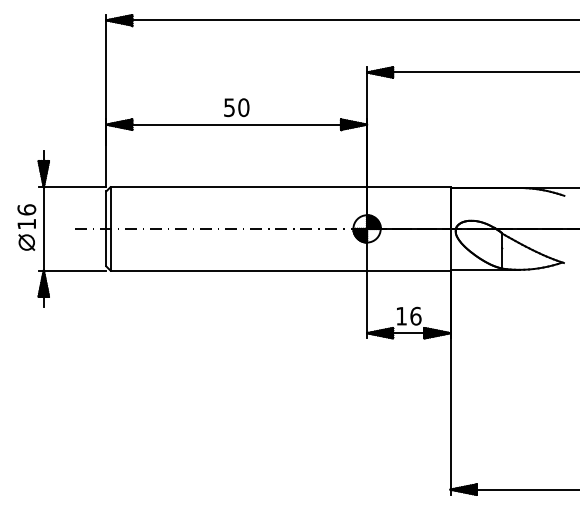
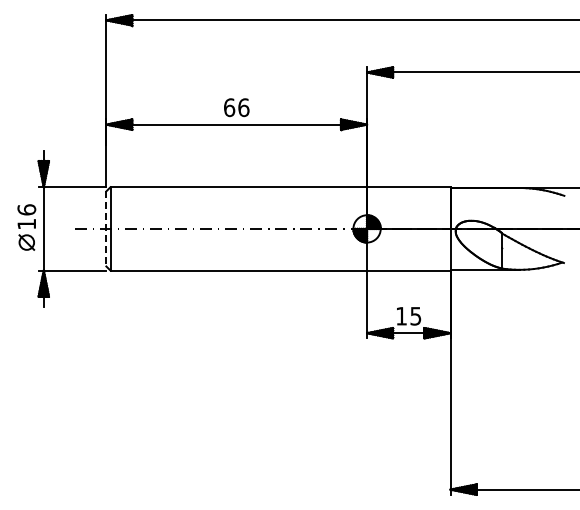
text at (236, 107): 50 -> 66
line at (106, 228): solid -> dashed
text at (415, 315): 16 -> 15
